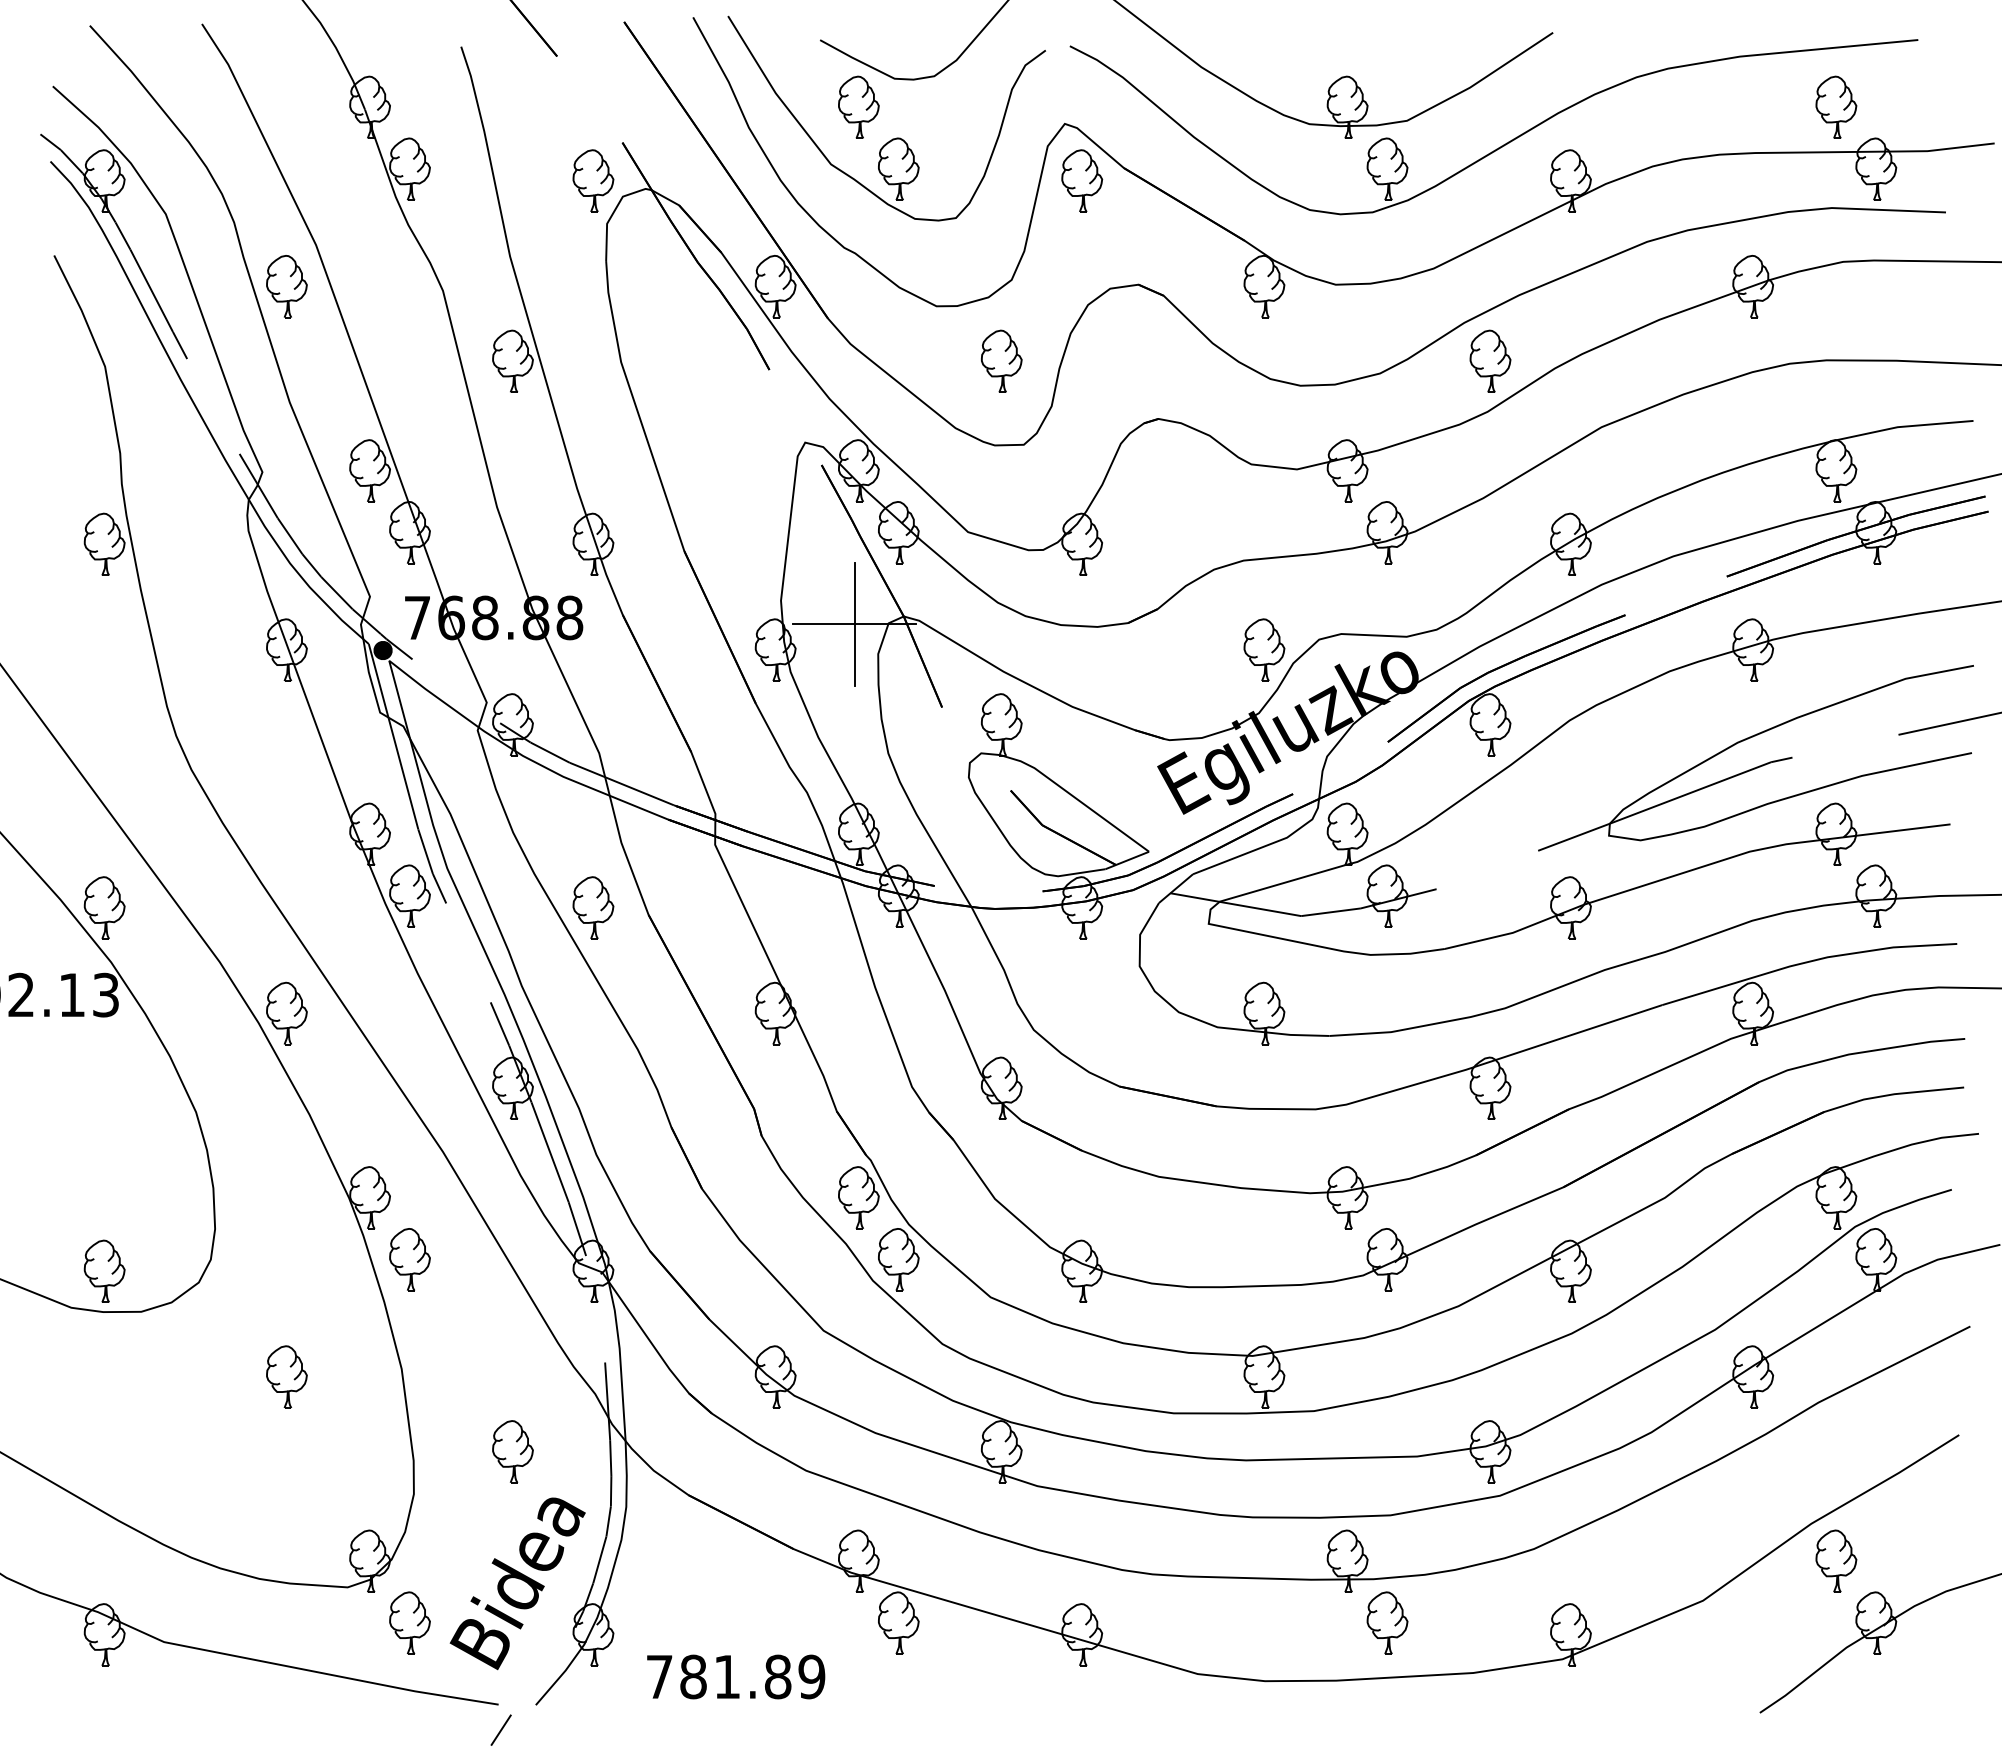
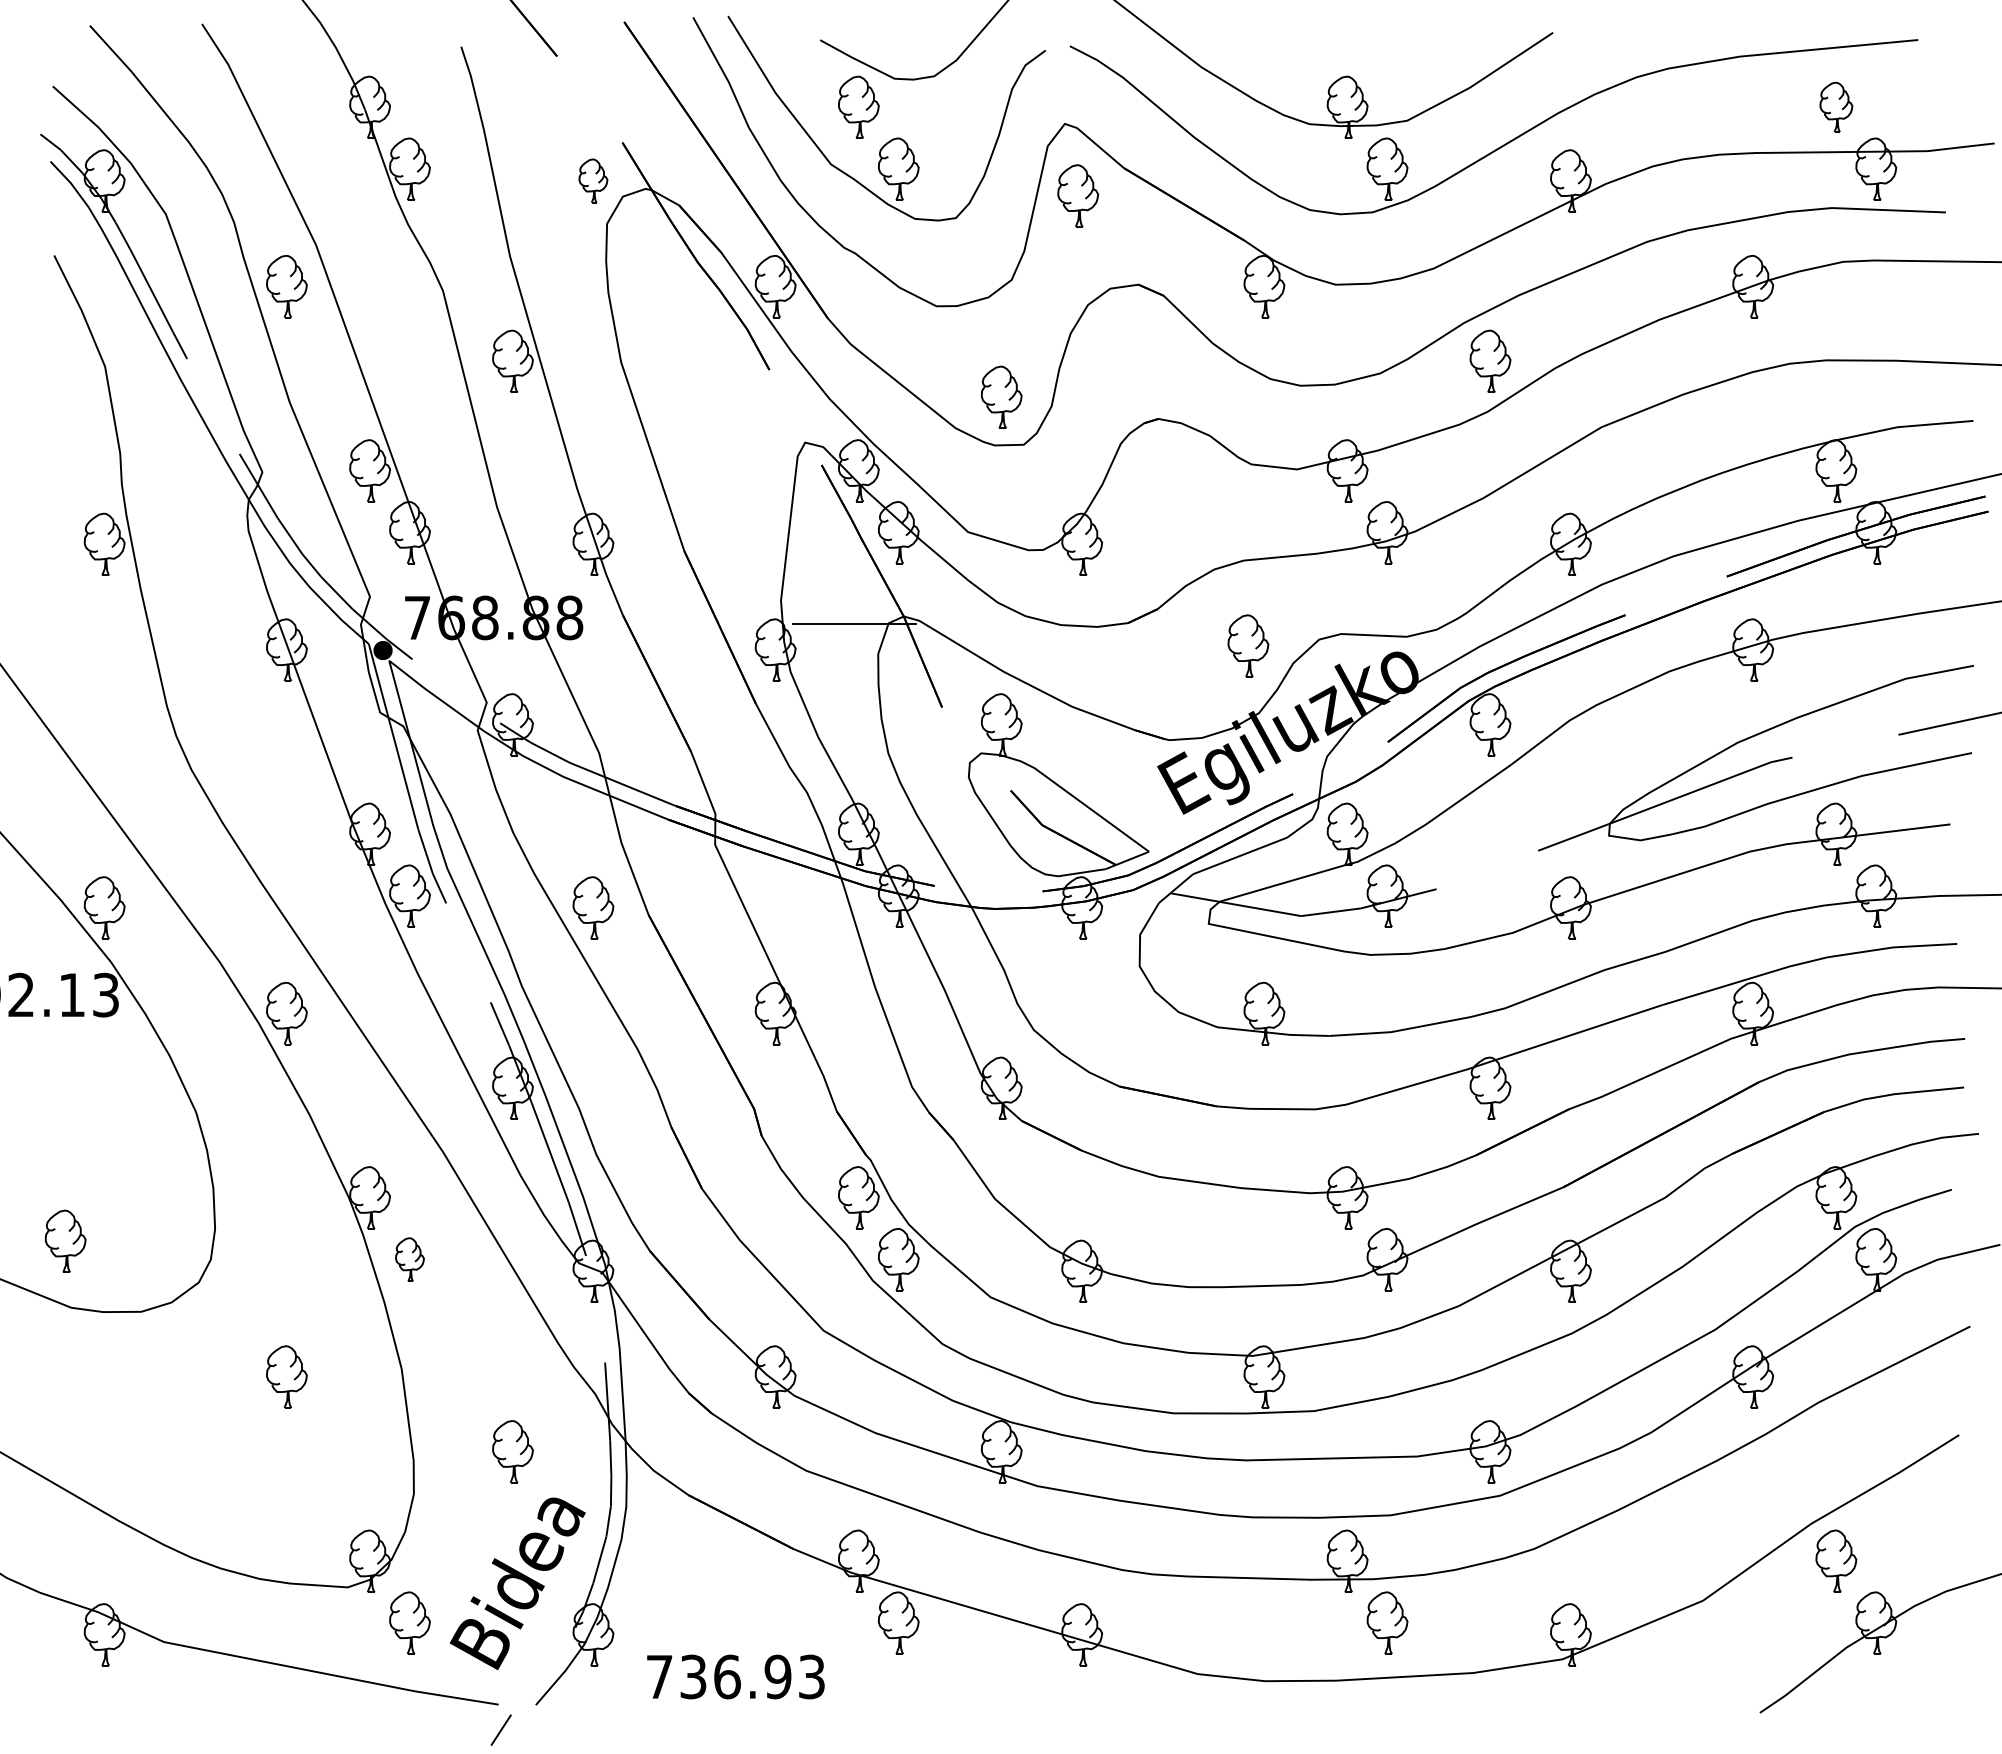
part at (1836, 106) size: 43x64 px -> 35x52 px
part at (593, 180) size: 43x64 px -> 31x46 px
part at (1082, 180) position: (1082, 180) -> (1078, 195)
part at (1001, 360) position: (1001, 360) -> (1001, 396)
line at (854, 623): present -> none
part at (1264, 649) position: (1264, 649) -> (1248, 645)
part at (409, 1259) size: 42x64 px -> 30x45 px
part at (104, 1270) position: (104, 1270) -> (65, 1240)
text at (752, 1676): 781.89 -> 736.93
